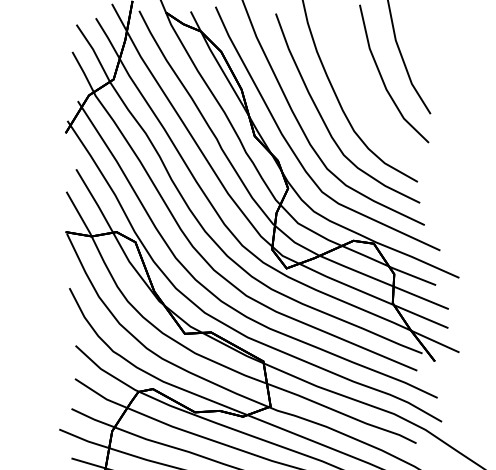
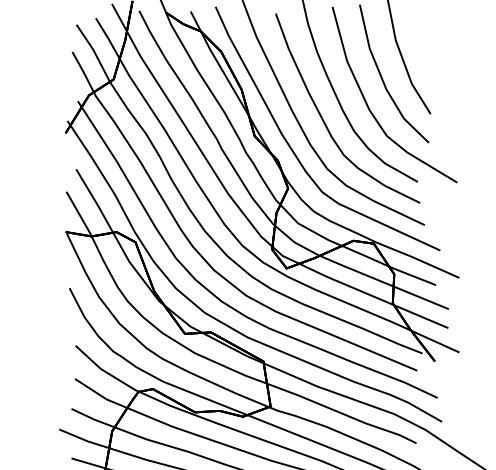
part at (369, 107): none -> present
